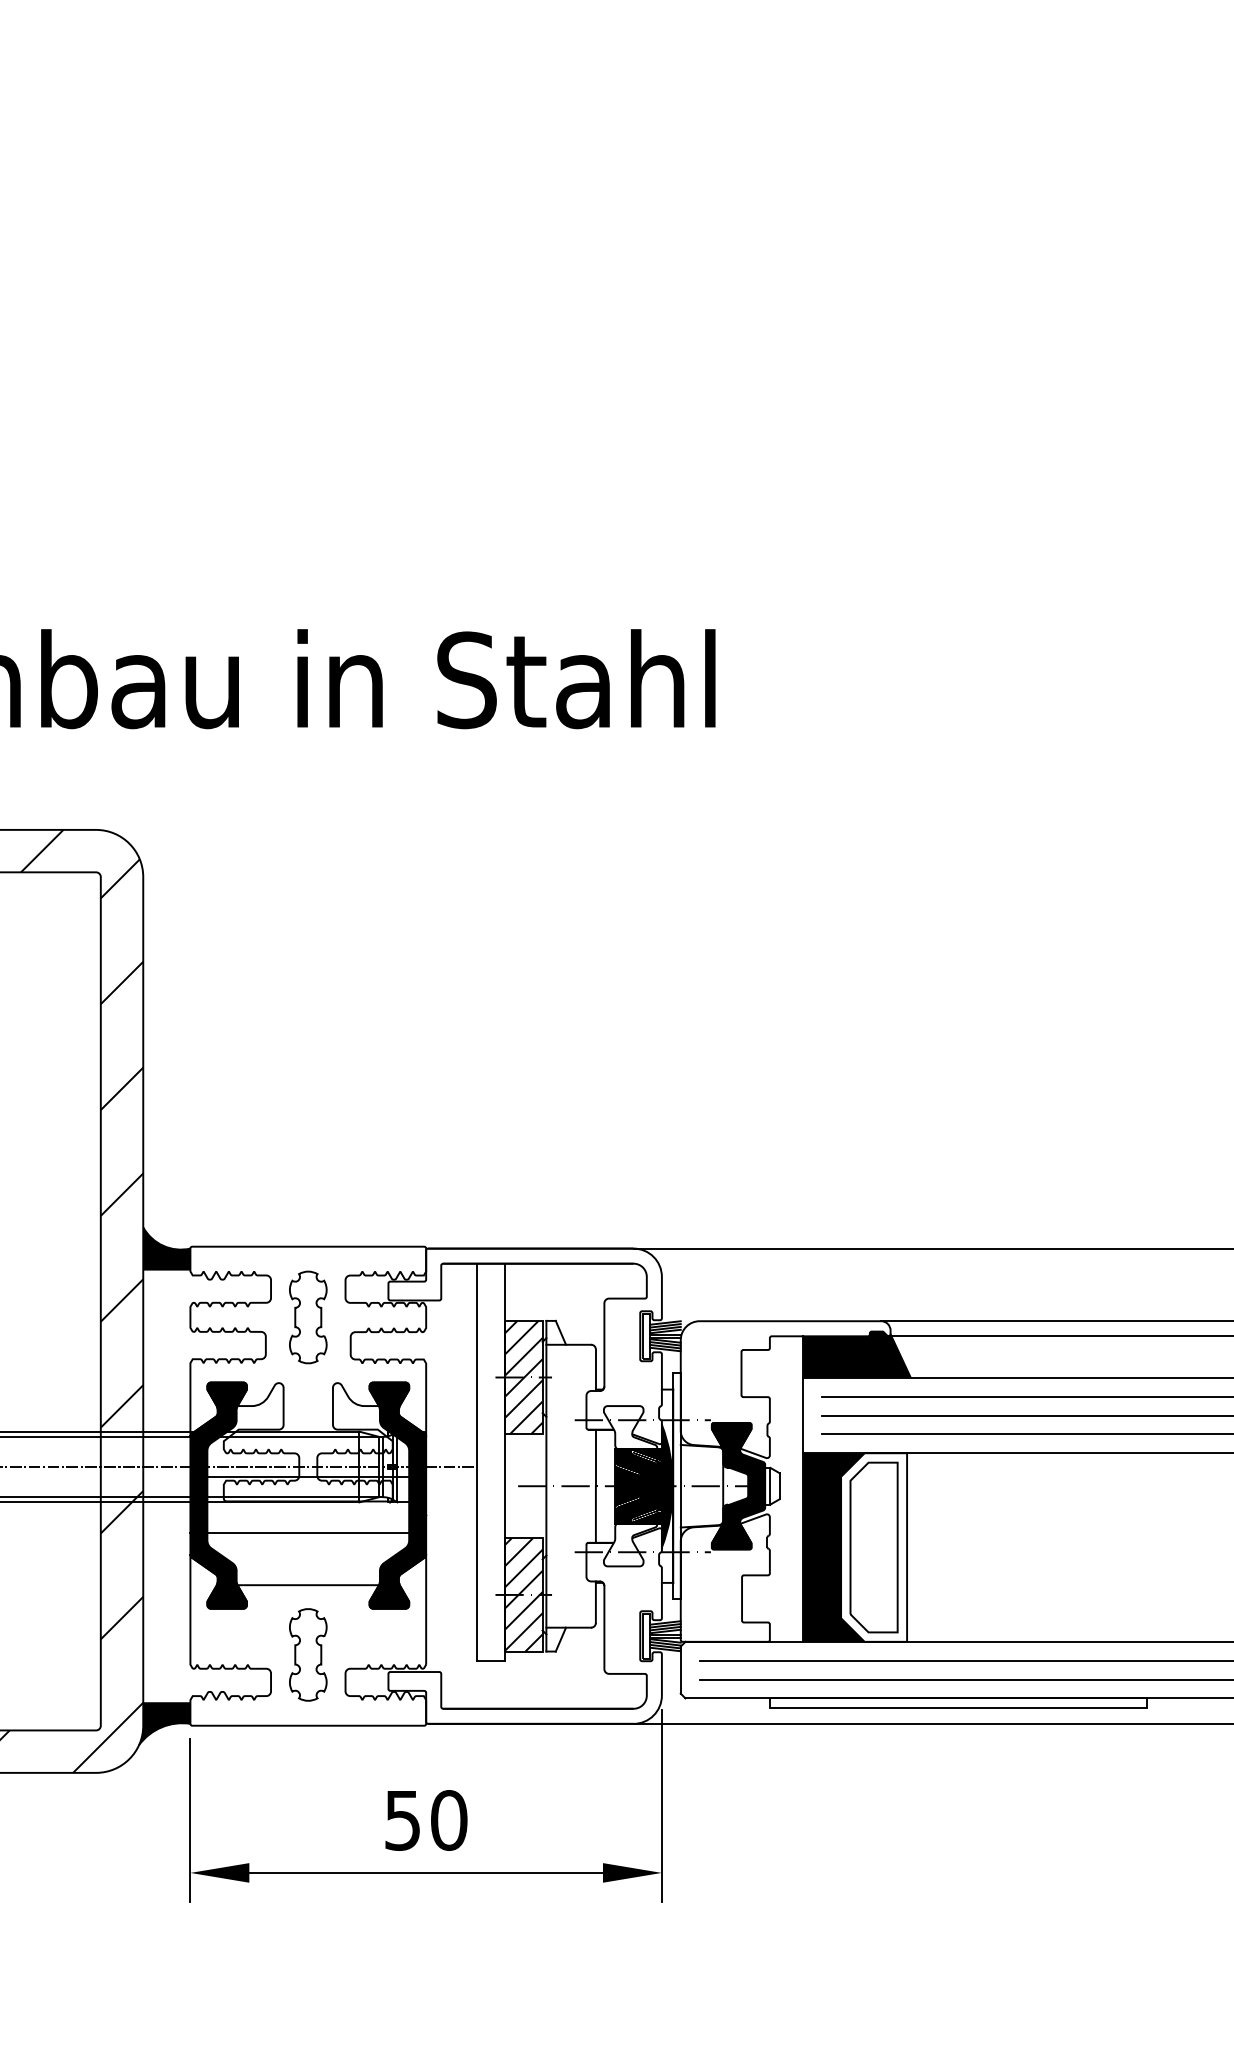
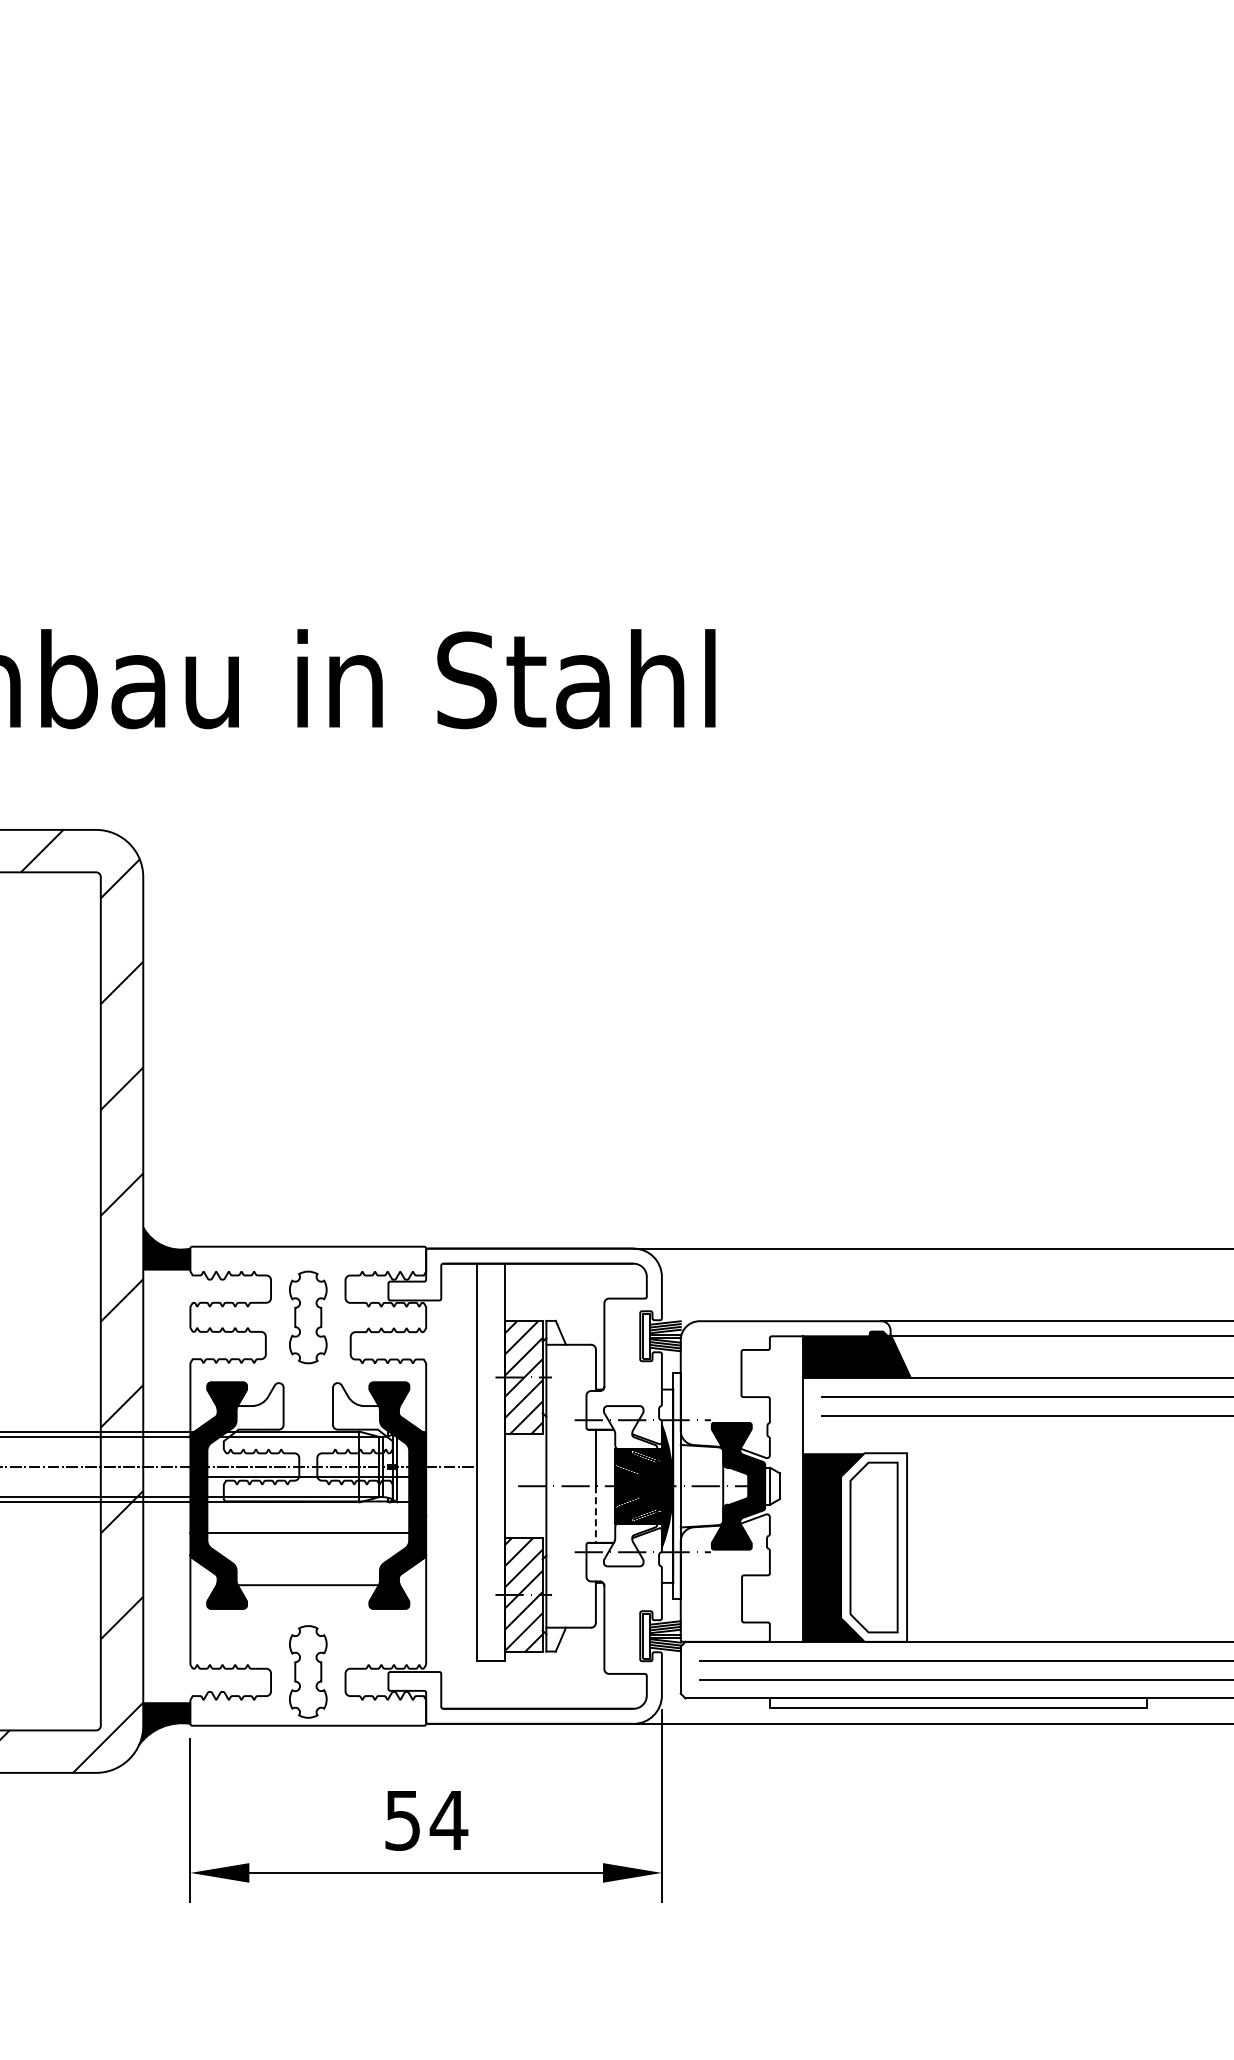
line at (1026, 1434): present -> none
line at (1016, 1453): present -> none
line at (595, 1515): solid -> dashed
part at (308, 1654) position: (308, 1654) -> (308, 1671)
text at (448, 1820): 50 -> 54
